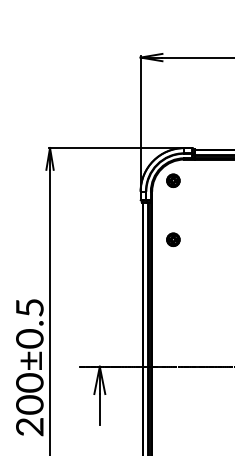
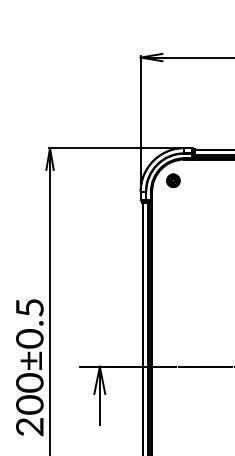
part at (173, 239): present -> none
